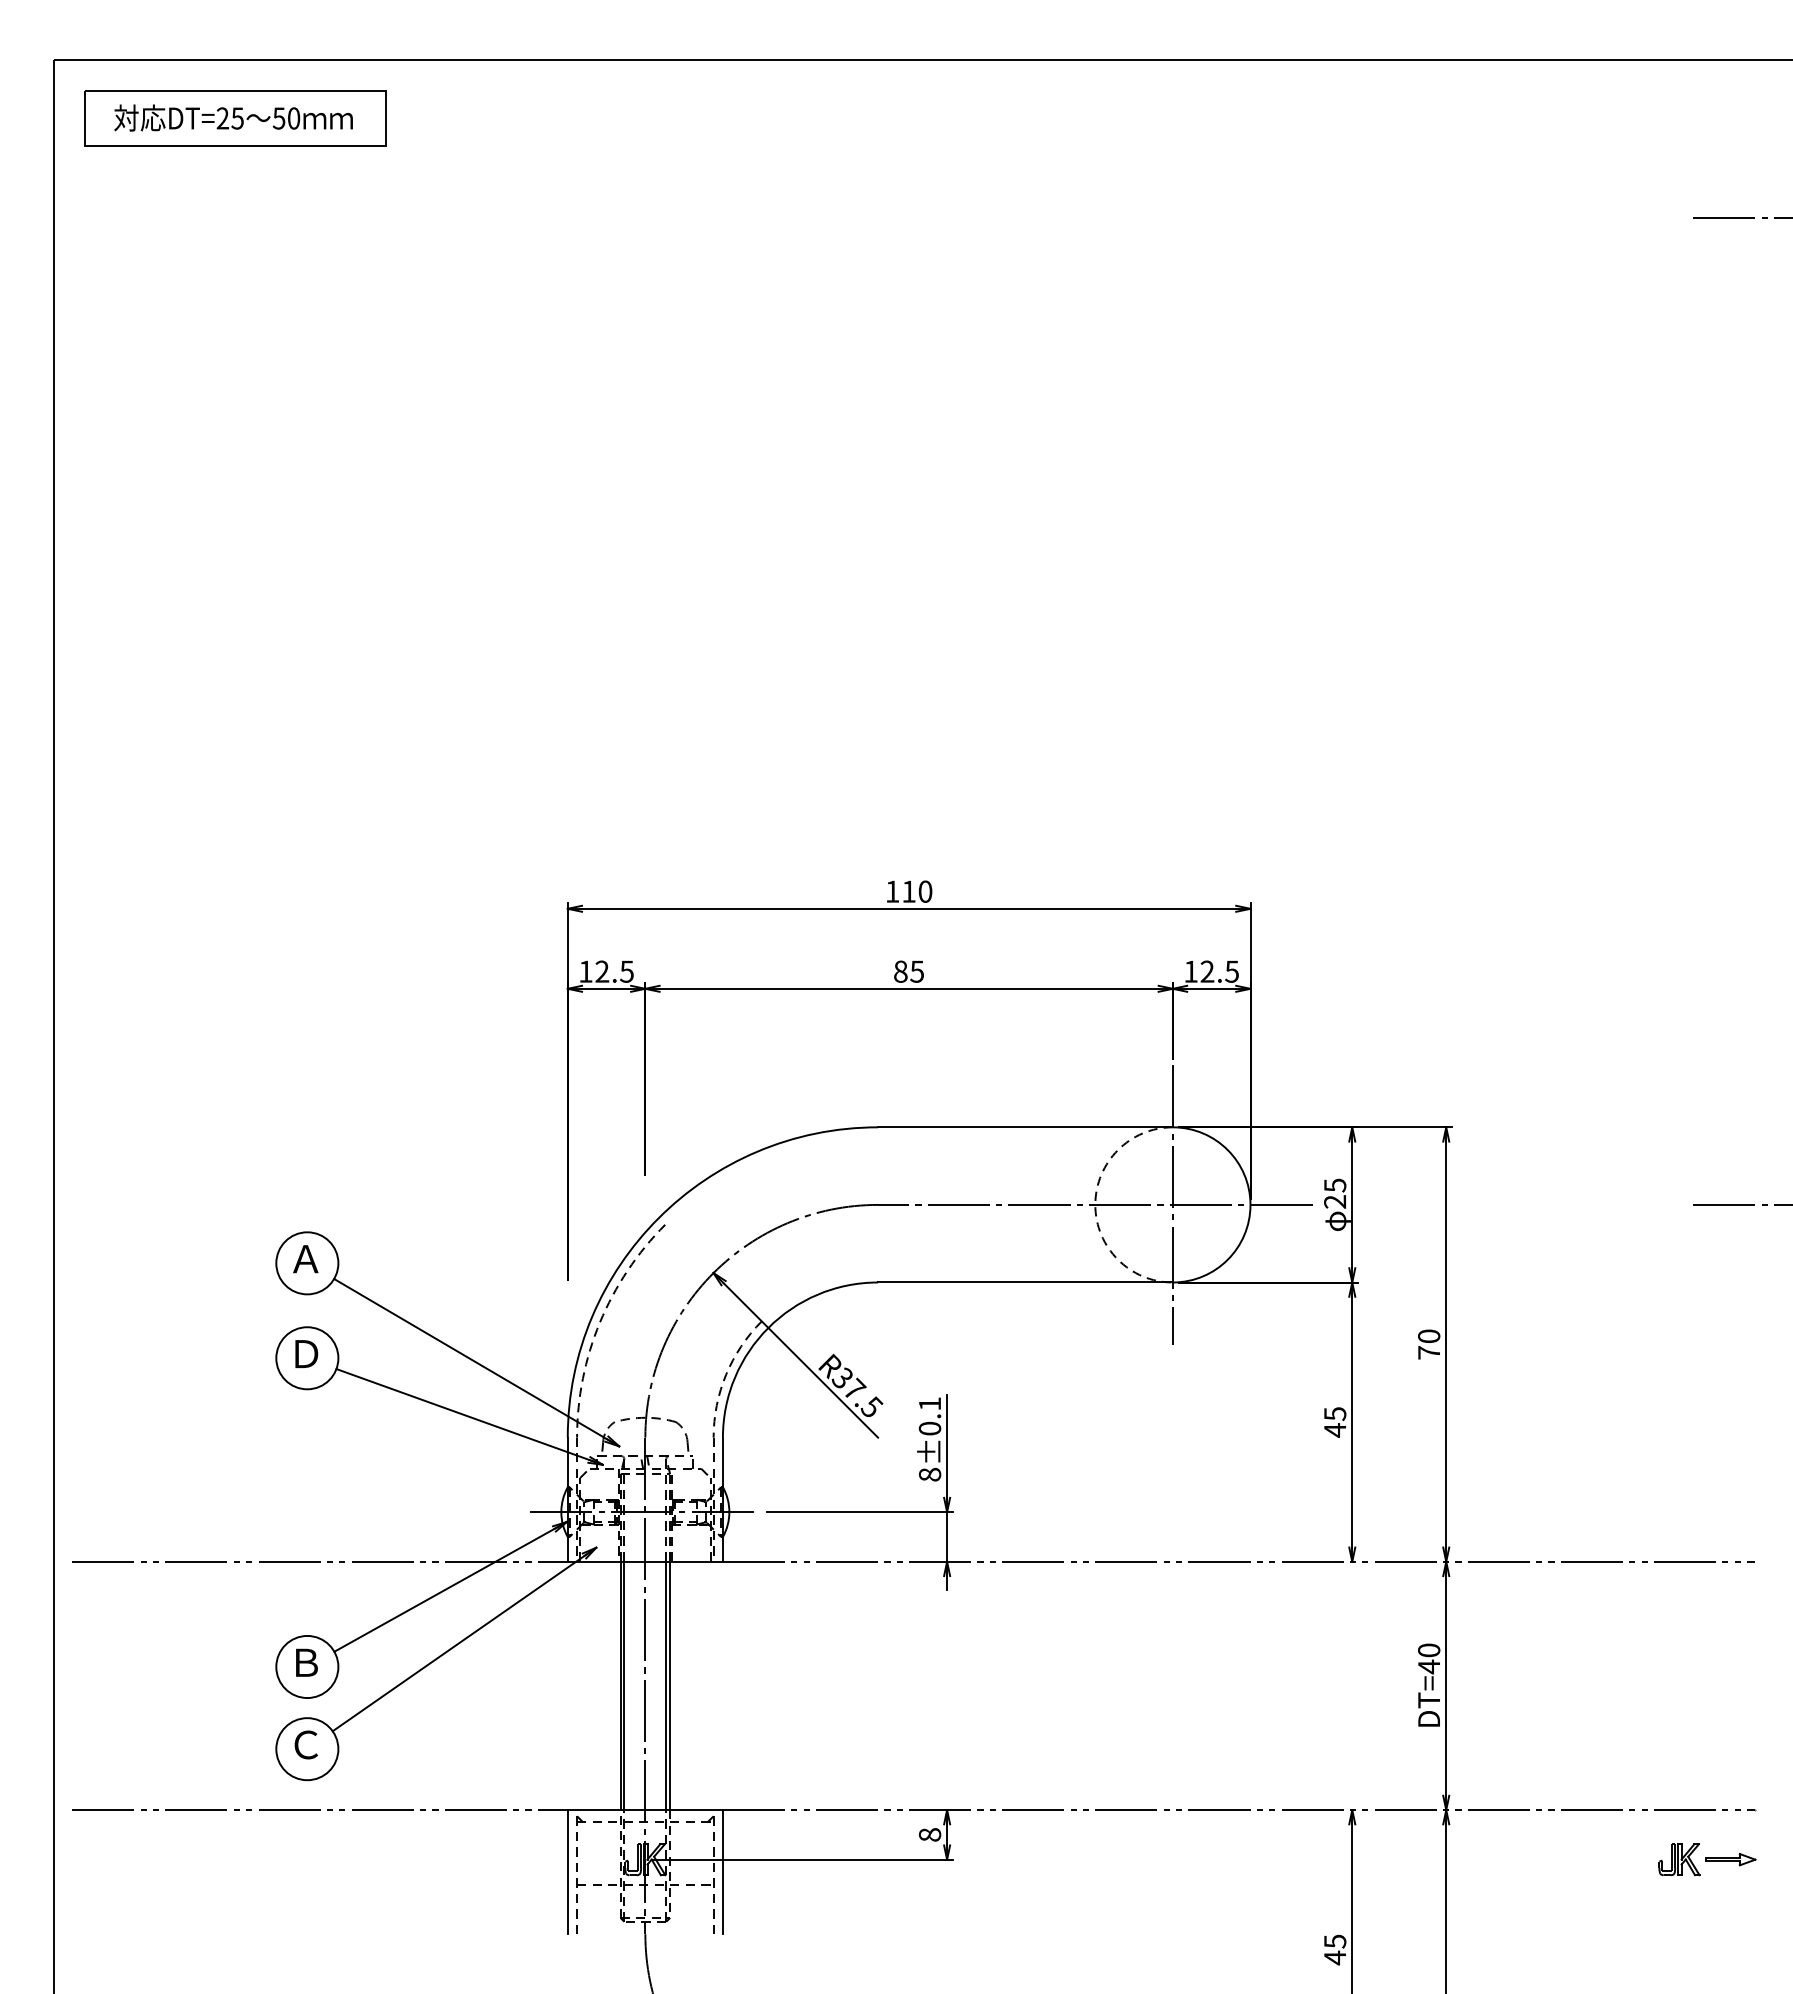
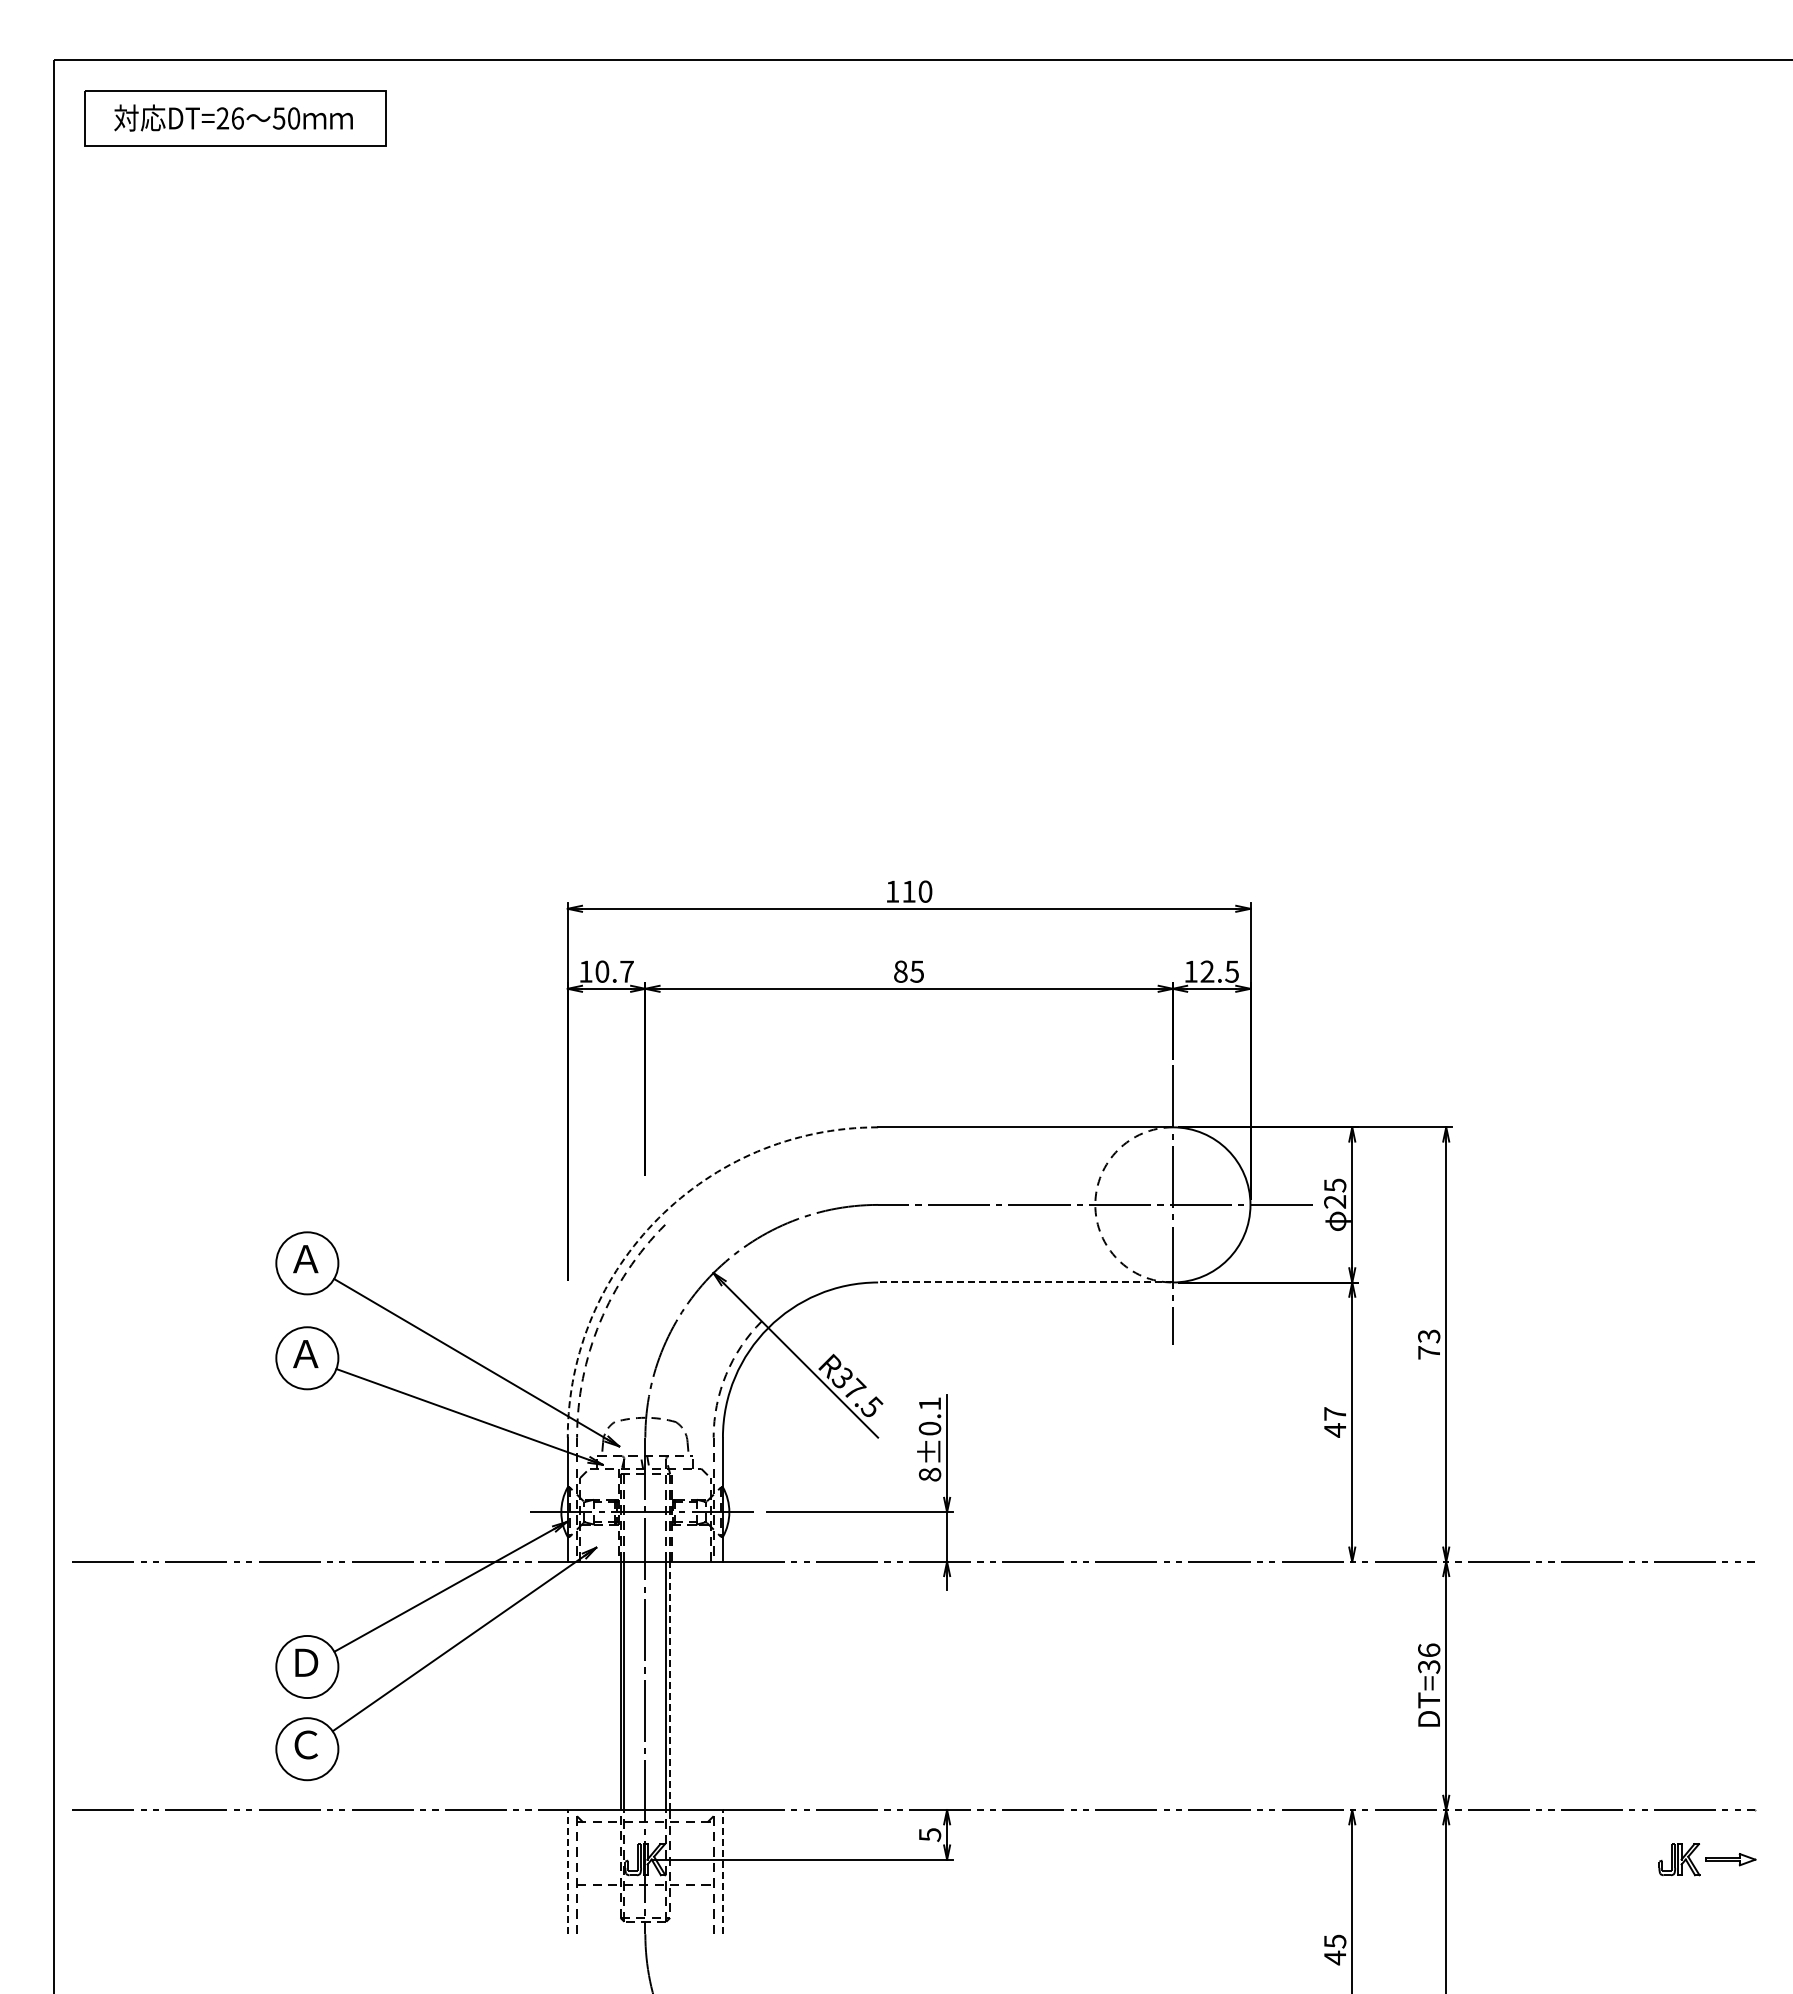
text at (237, 118): DT=25 -> DT=26
line at (1741, 218): present -> none
text at (614, 971): 12.5 -> 10.7
line at (1741, 1204): present -> none
arc at (658, 1218): solid -> dashed
line at (1025, 1282): solid -> dashed
text at (1429, 1336): 70 -> 73
text at (305, 1354): Ｄ -> Ａ
text at (1335, 1414): 45 -> 47
text at (1429, 1658): DT=40 -> DT=36
text at (306, 1662): Ｂ -> Ｄ
line at (670, 1685): solid -> dashed
text at (929, 1835): 8 -> 5
line at (567, 1871): solid -> dashed
line at (722, 1871): solid -> dashed
